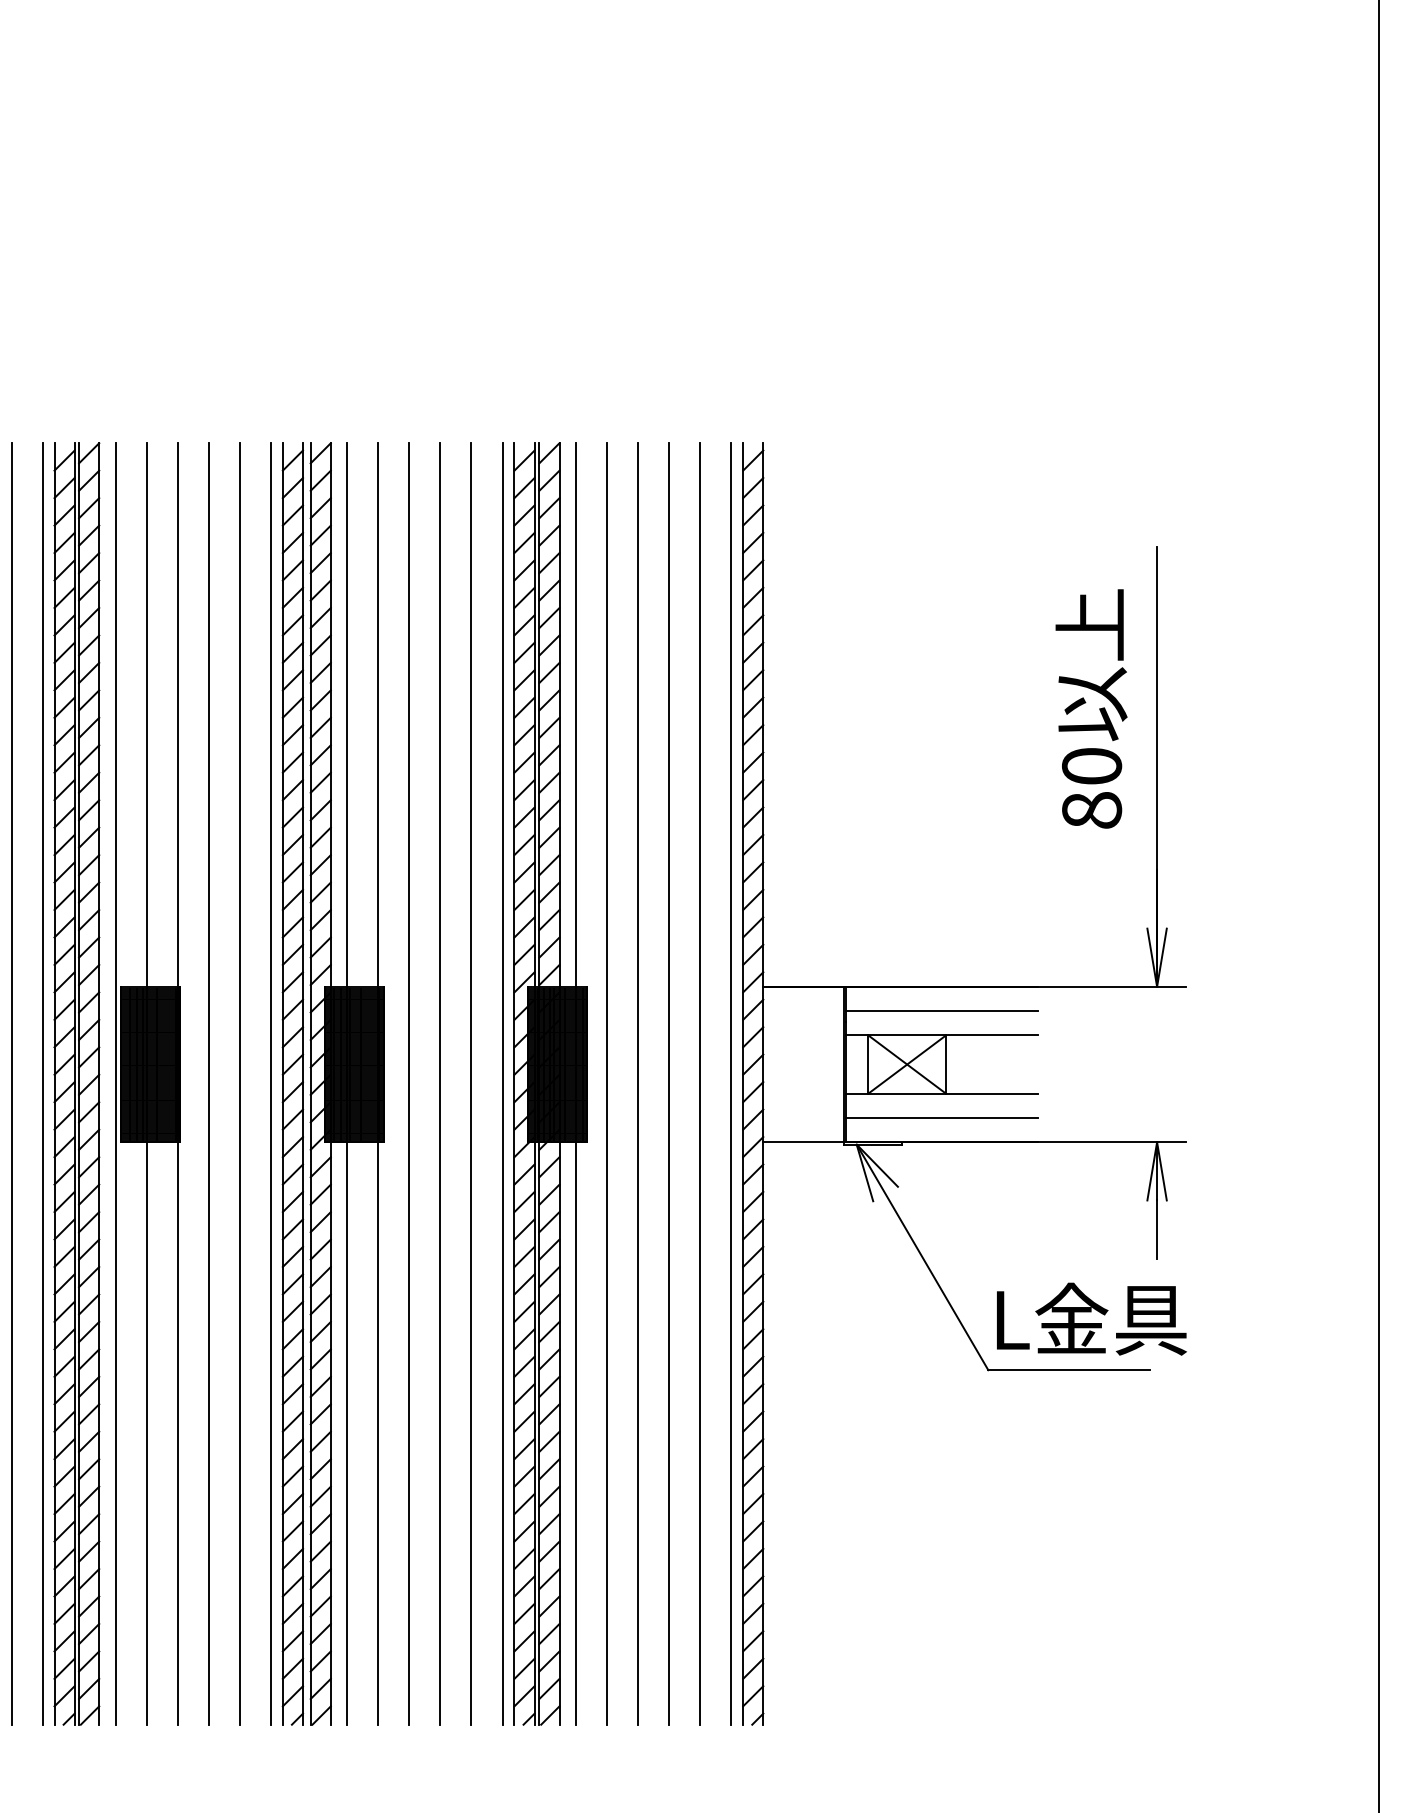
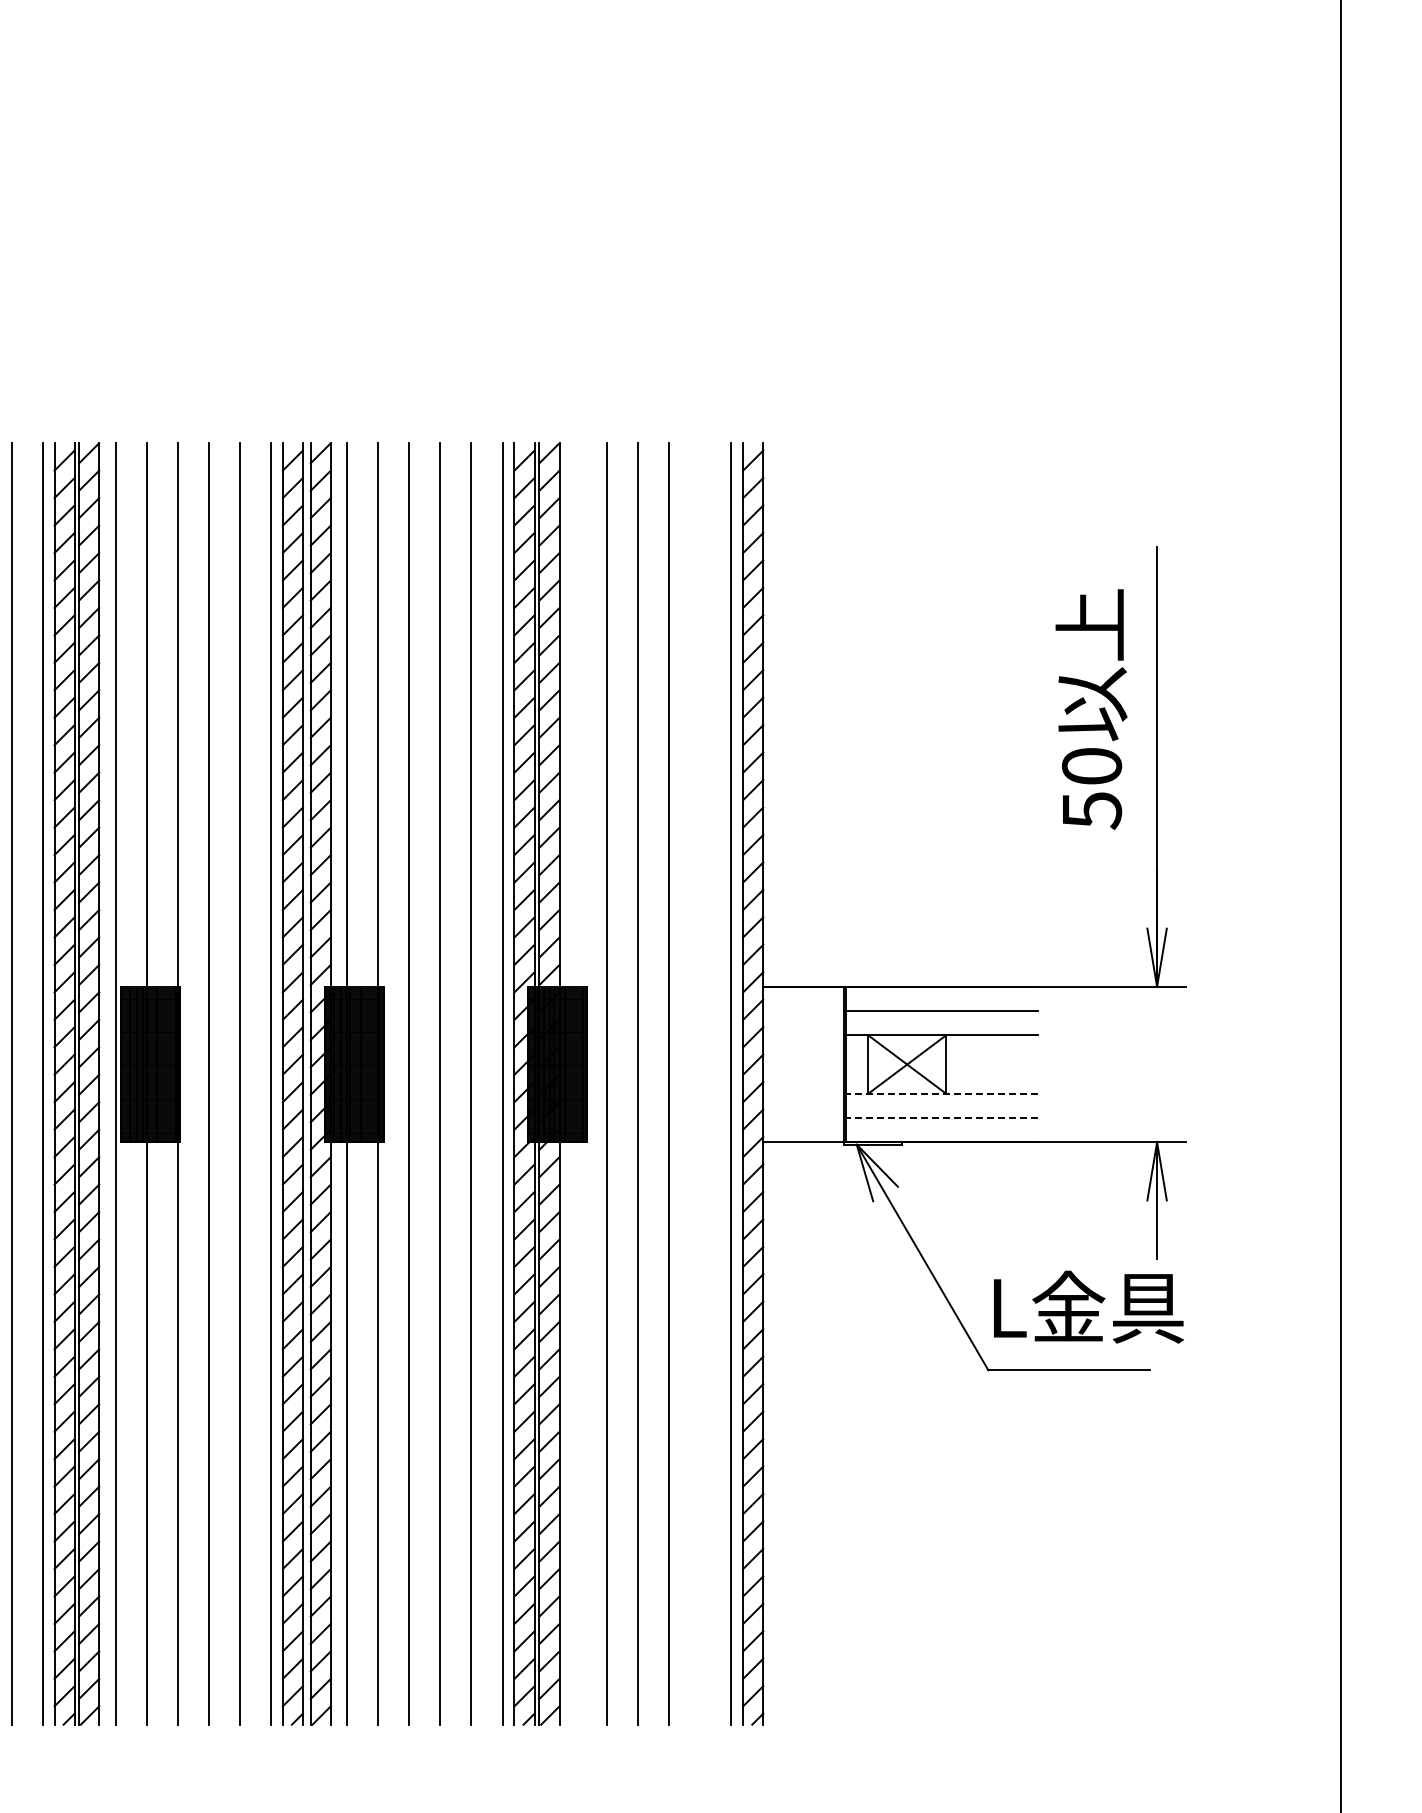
text at (1092, 810): 80 -> 50
line at (1379, 905) position: (1379, 905) -> (1341, 905)
line at (575, 1083): present -> none
line at (700, 1083): present -> none
line at (942, 1093): solid -> dashed
line at (942, 1117): solid -> dashed
text at (1091, 1318) position: (1091, 1318) -> (1088, 1306)
